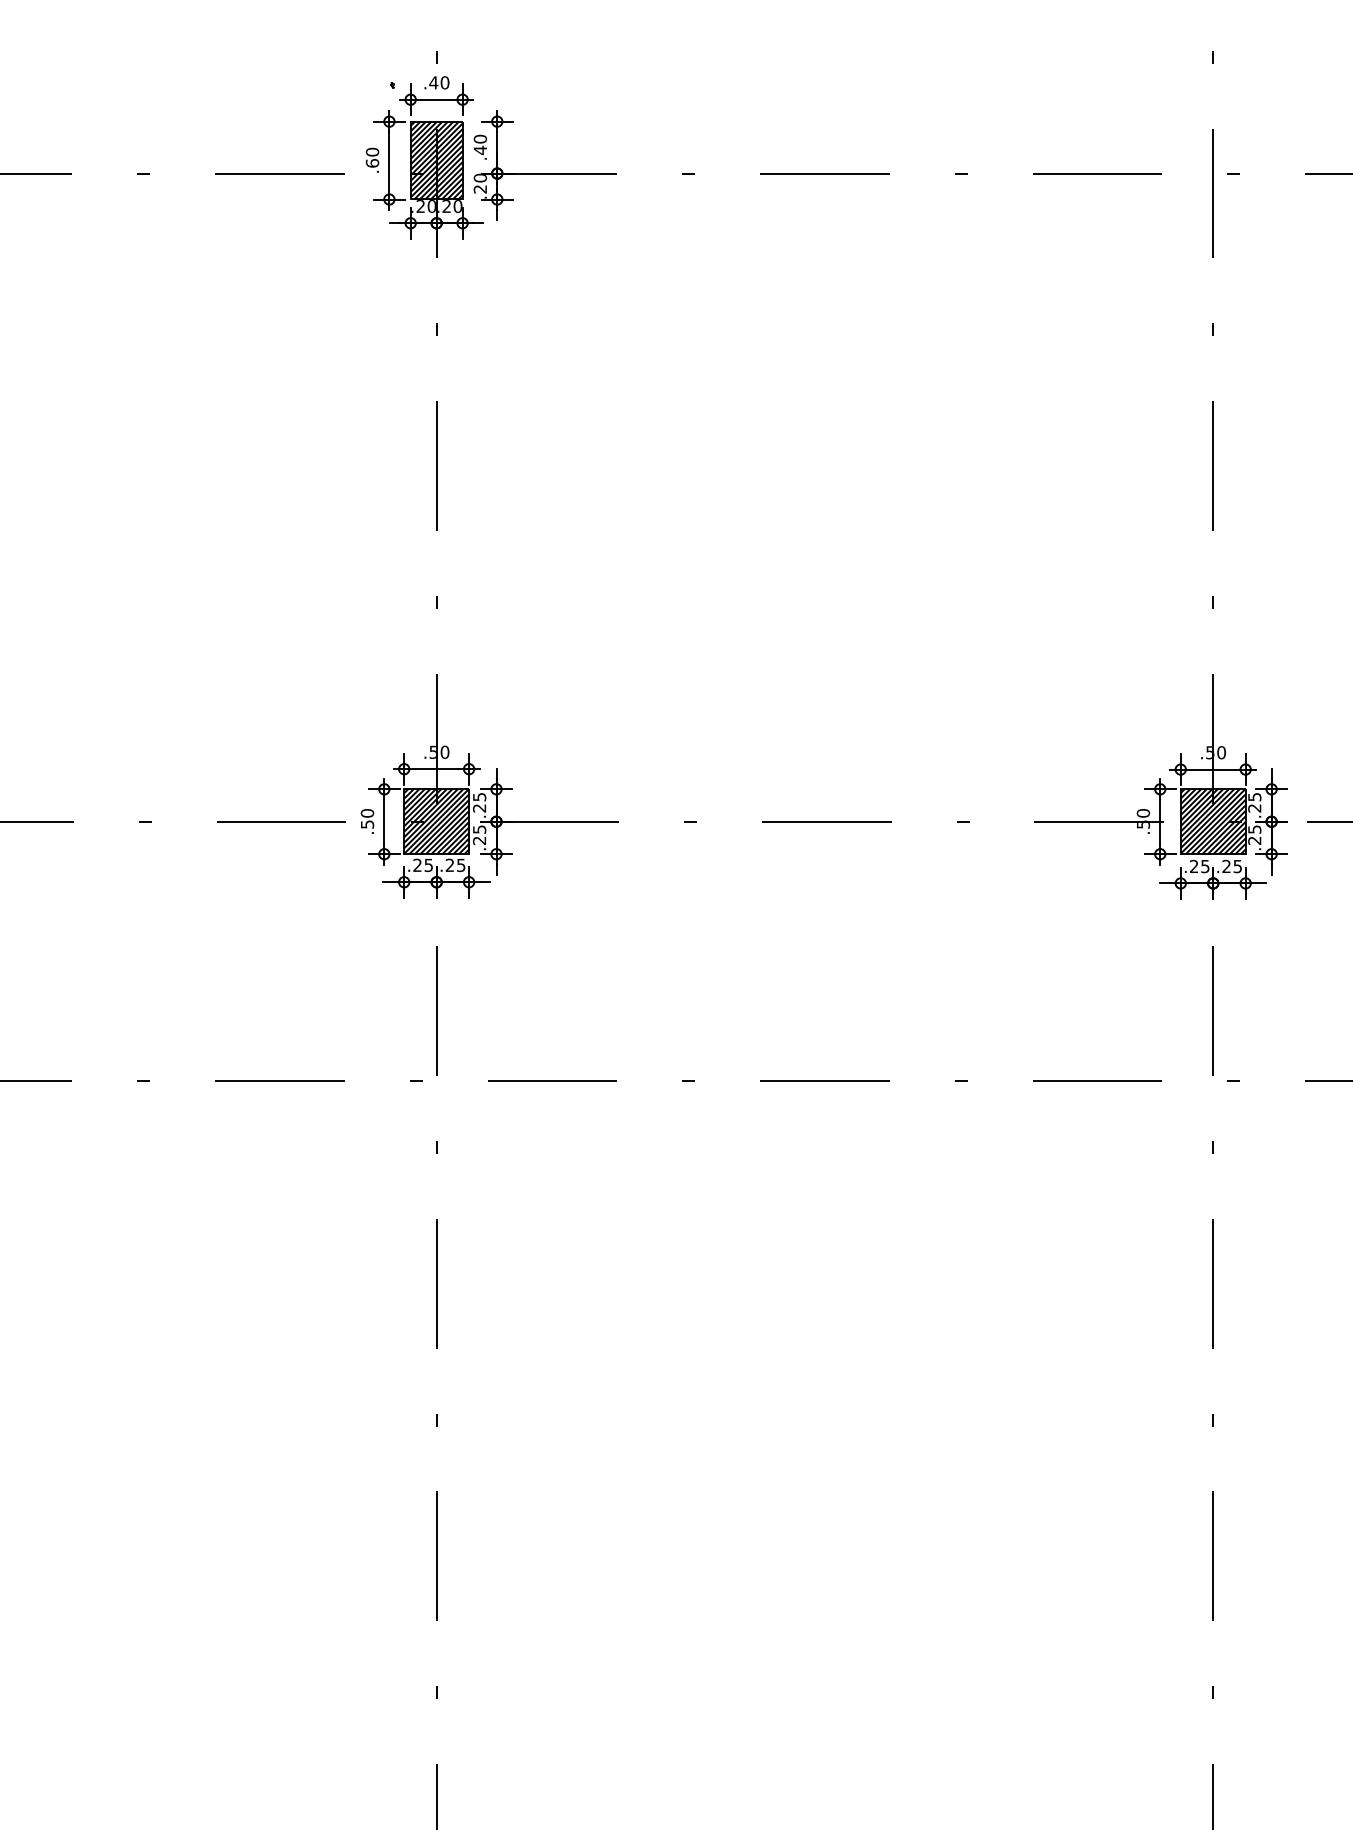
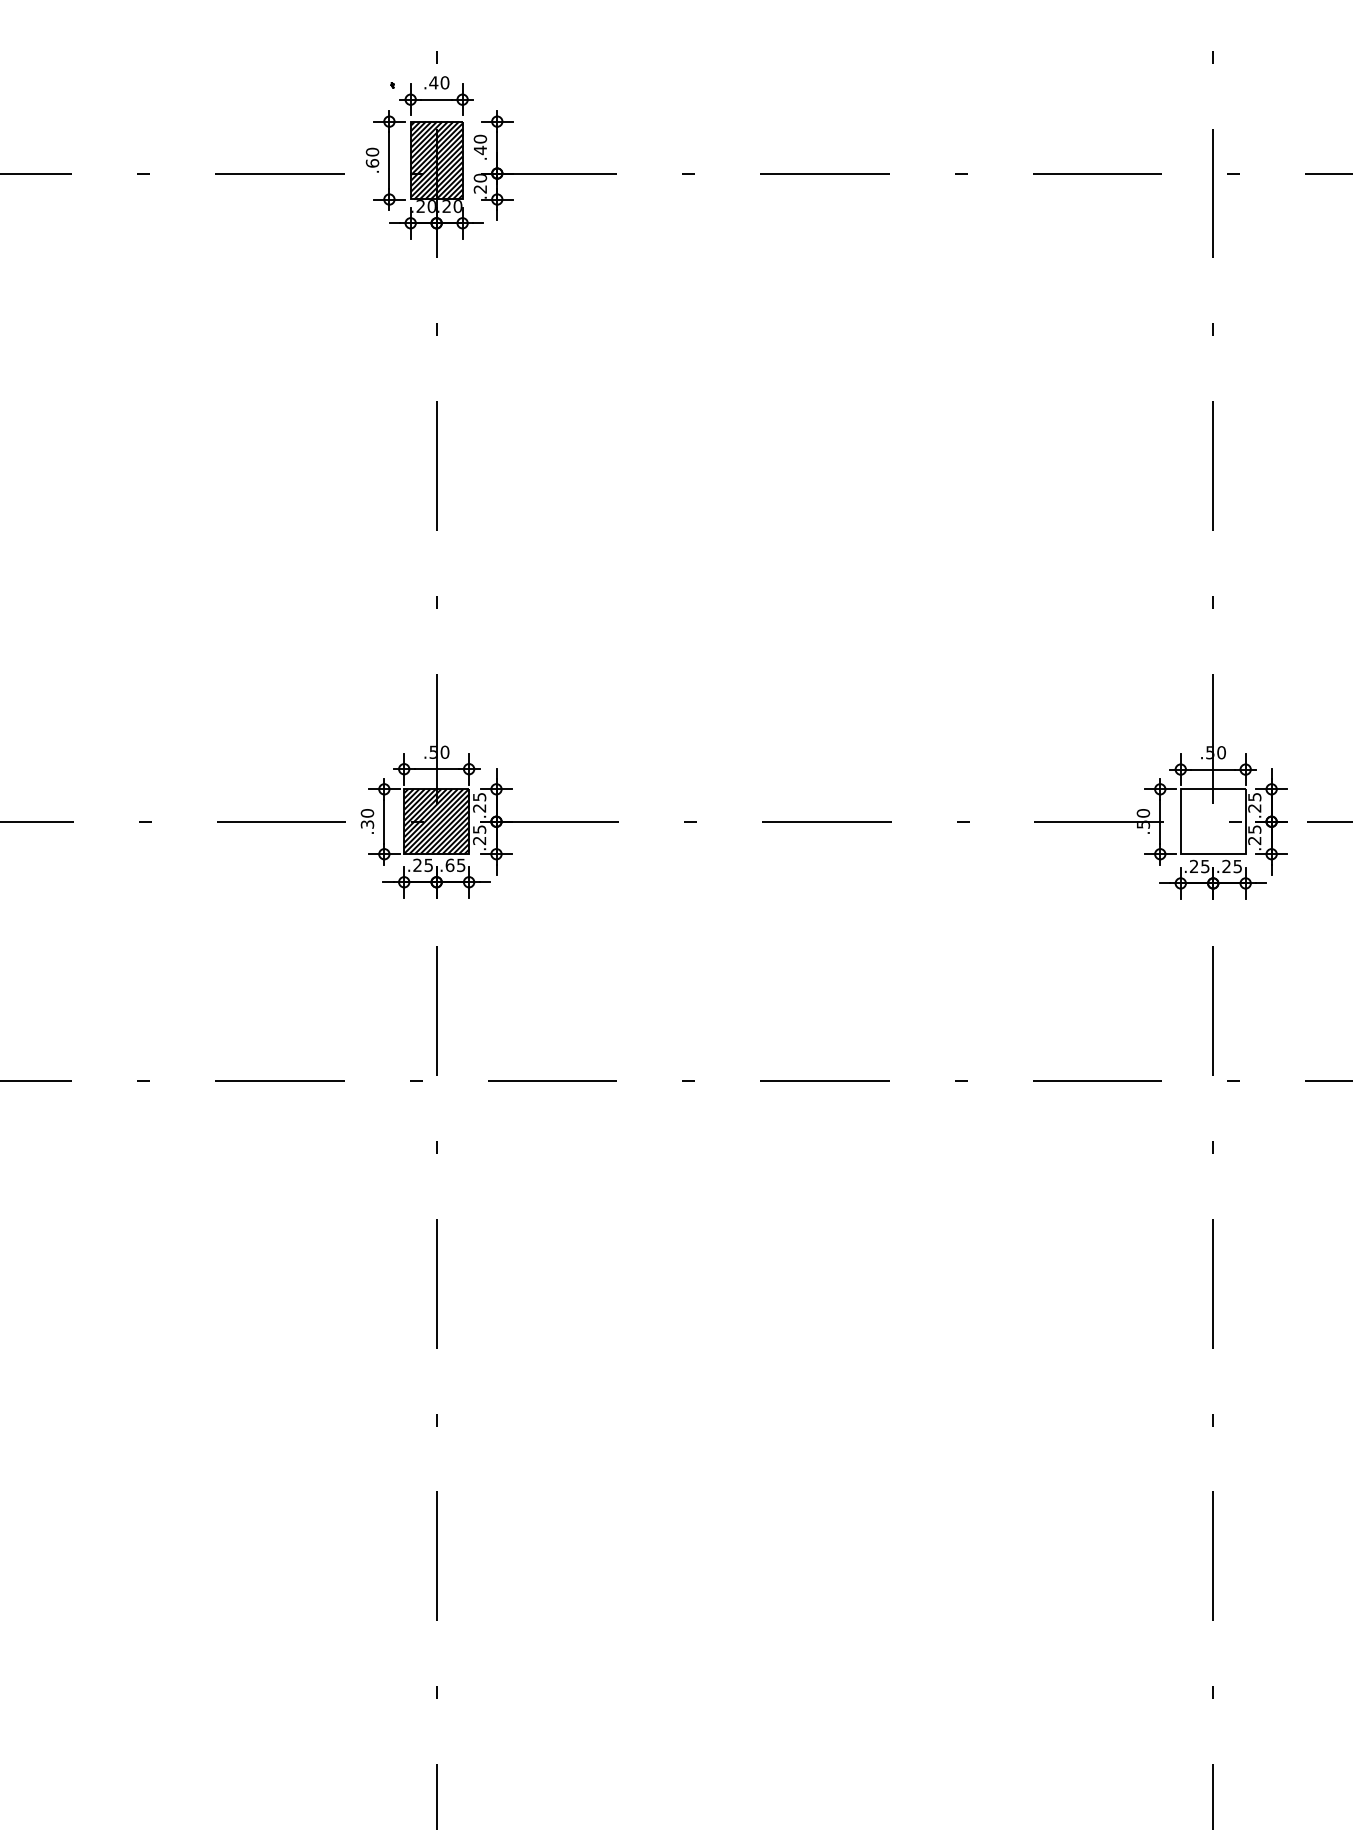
hatch at (1212, 821): present -> none
text at (366, 824): .50 -> .30
text at (449, 865): .25 -> .65
